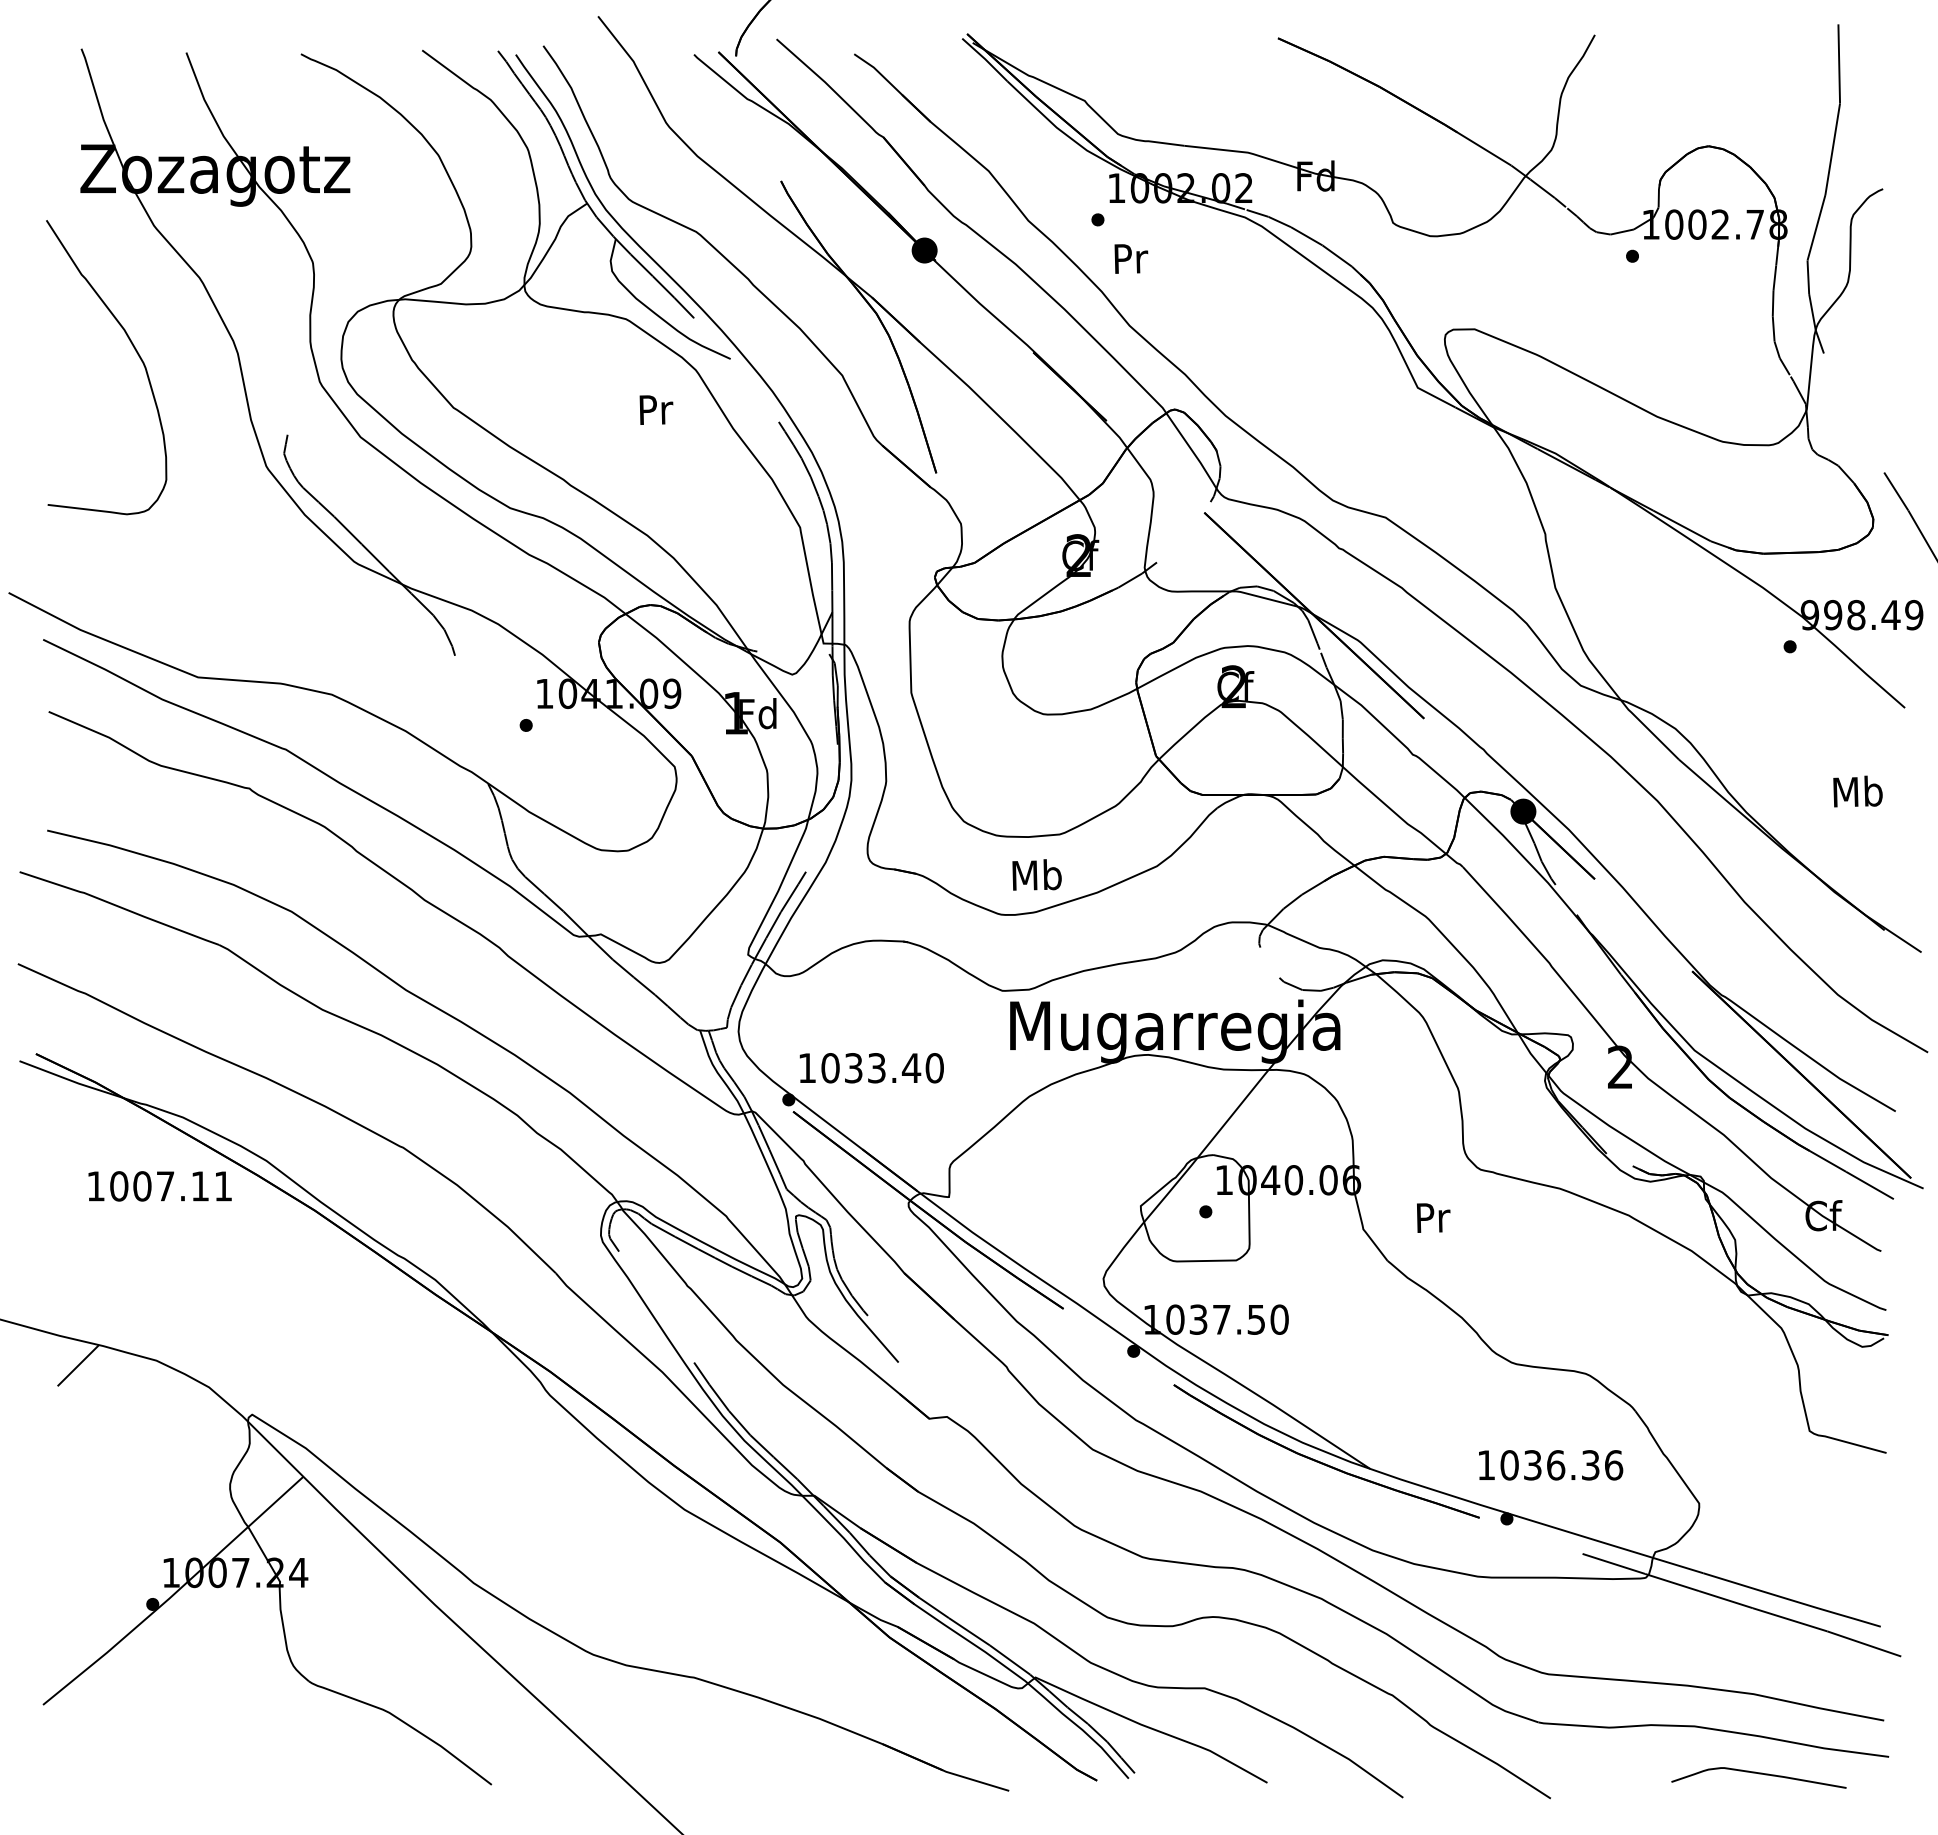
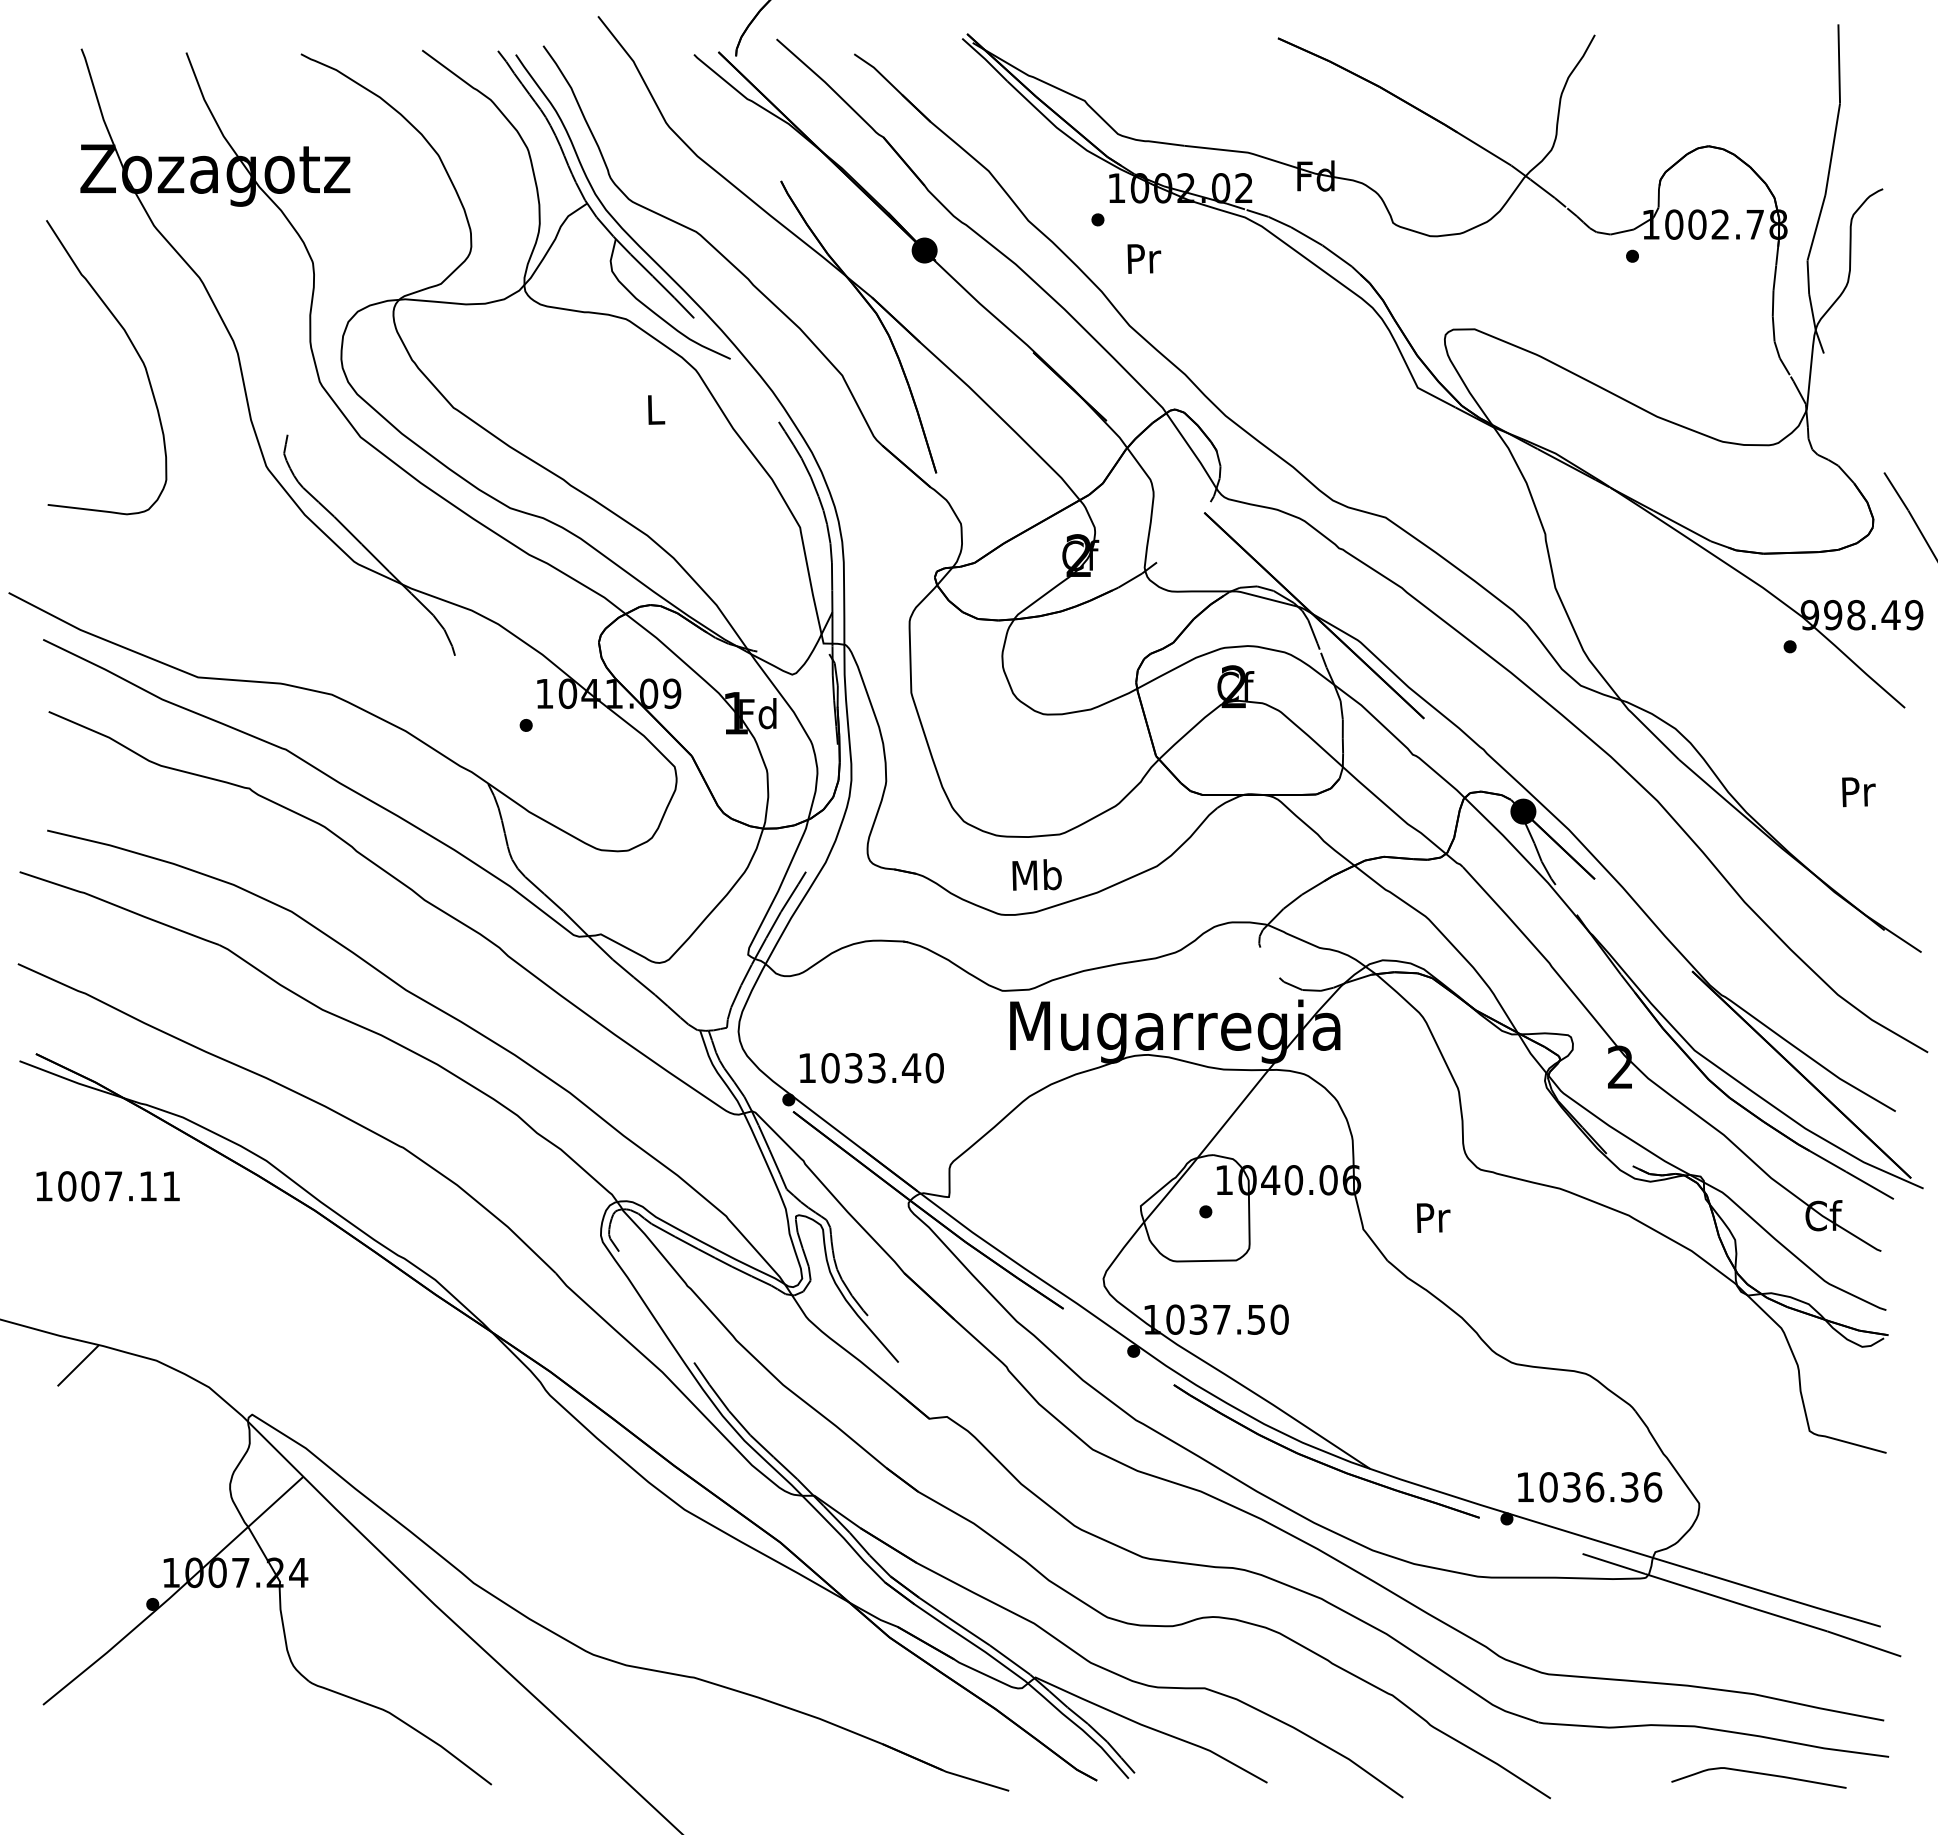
text at (1131, 258) position: (1131, 258) -> (1144, 258)
text at (656, 409): Pr -> L
text at (1857, 791): Mb -> Pr
text at (159, 1186) position: (159, 1186) -> (107, 1186)
text at (1551, 1465) position: (1551, 1465) -> (1590, 1487)
